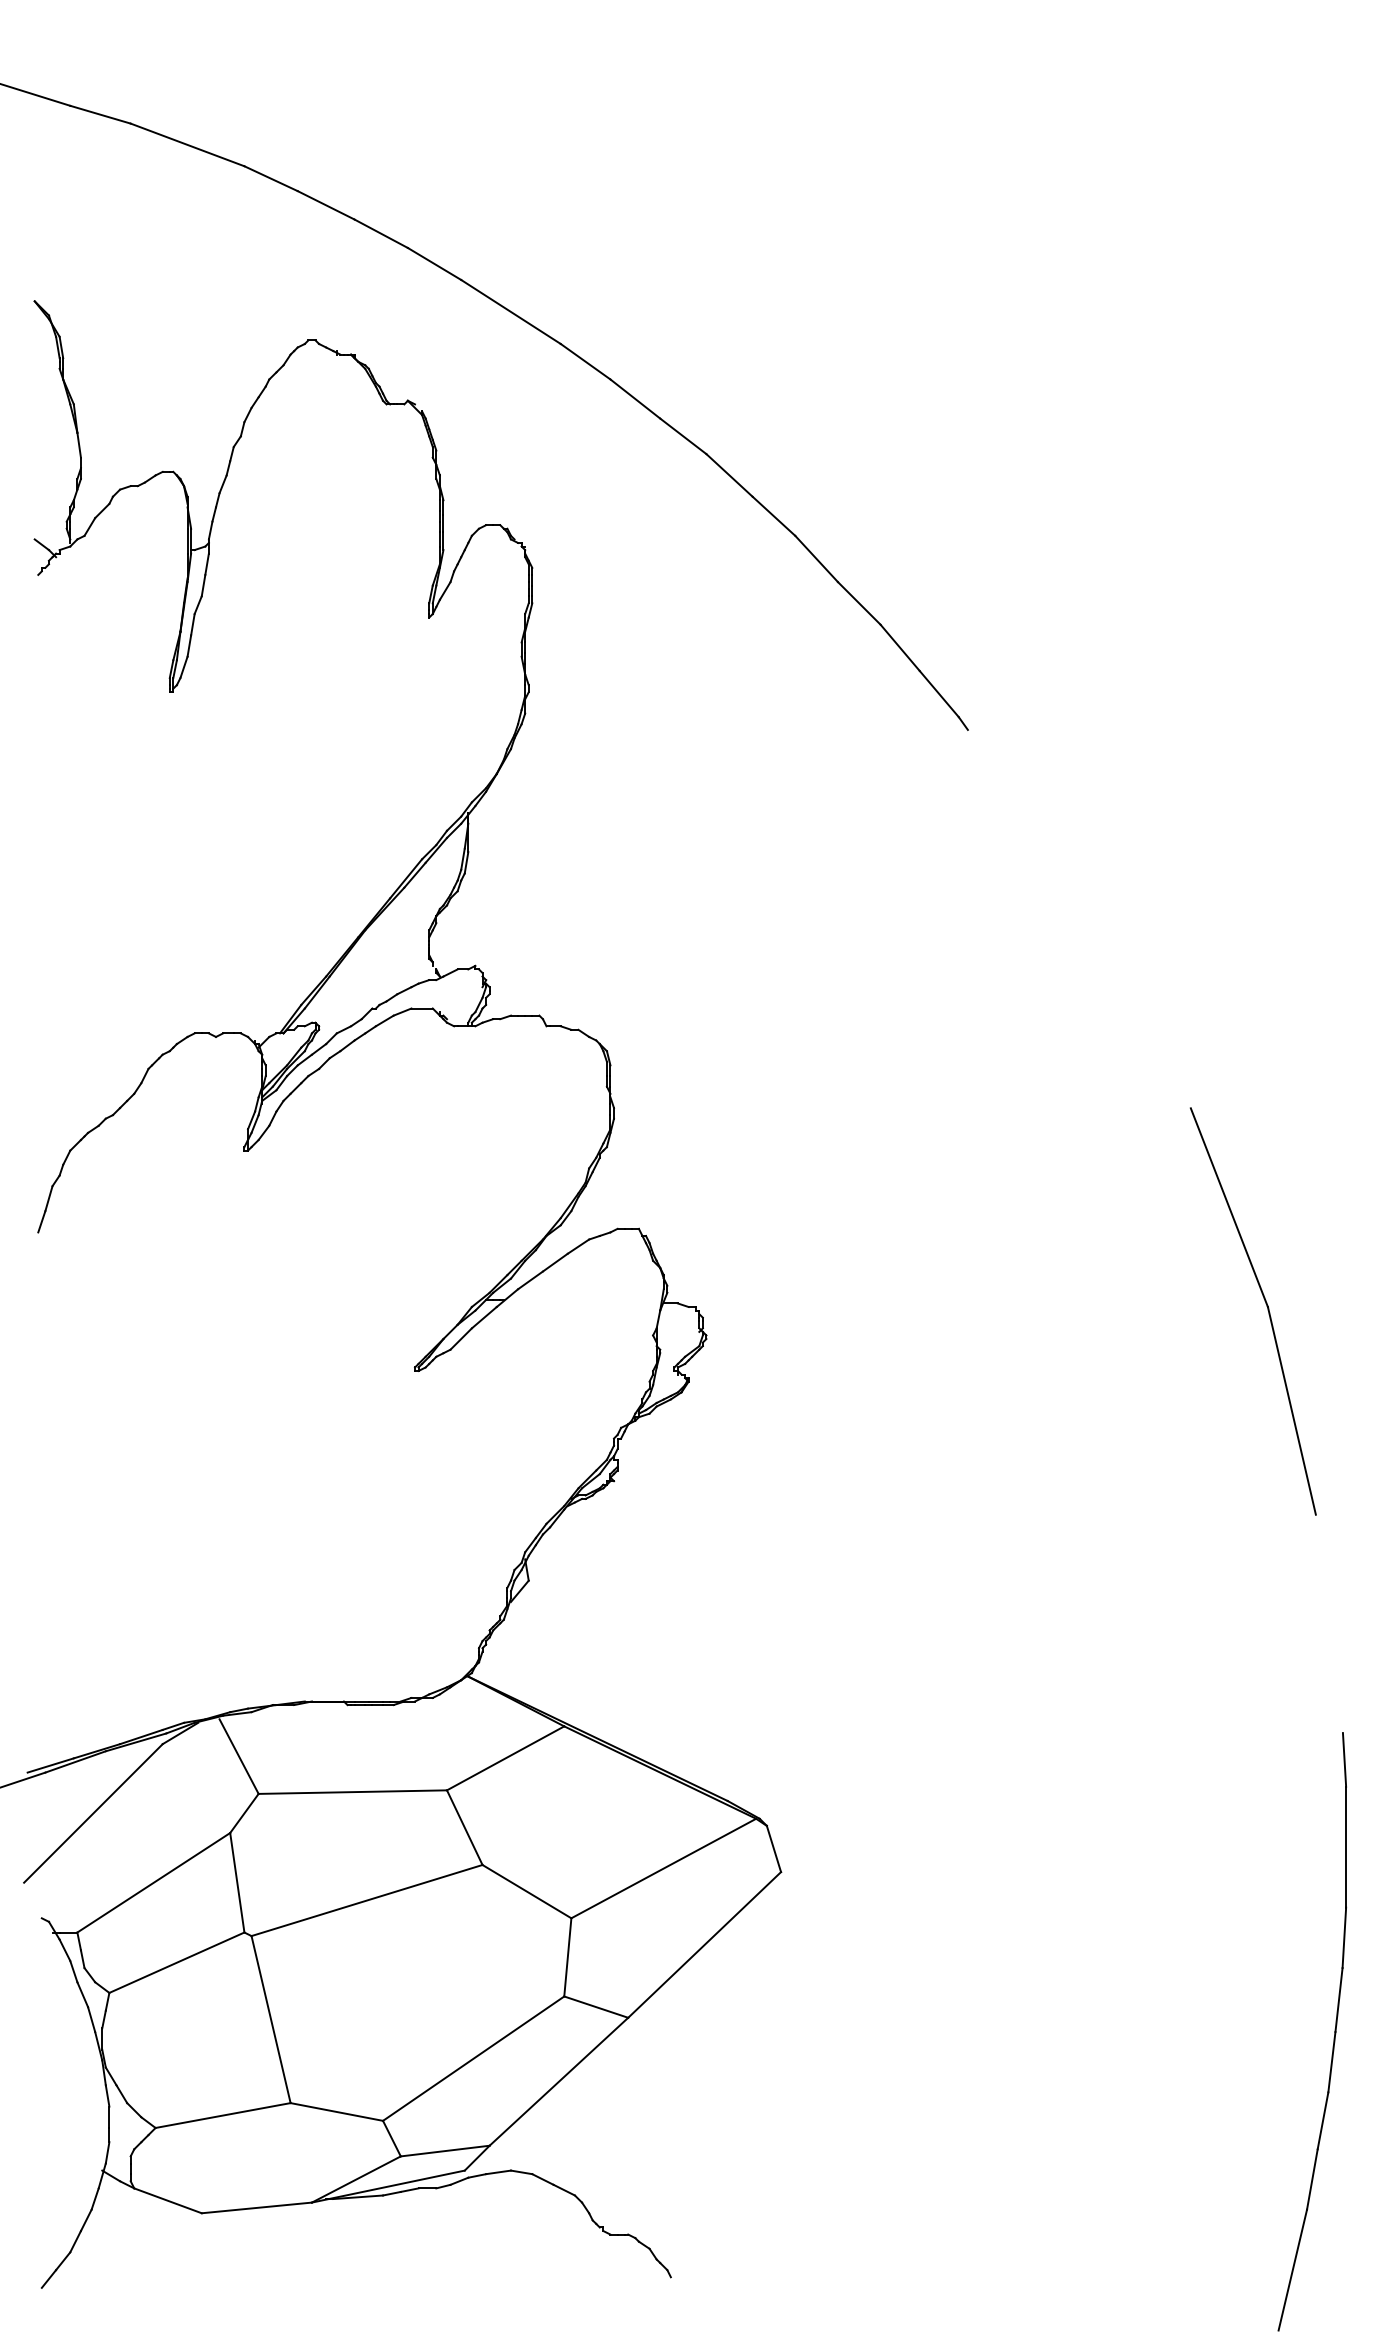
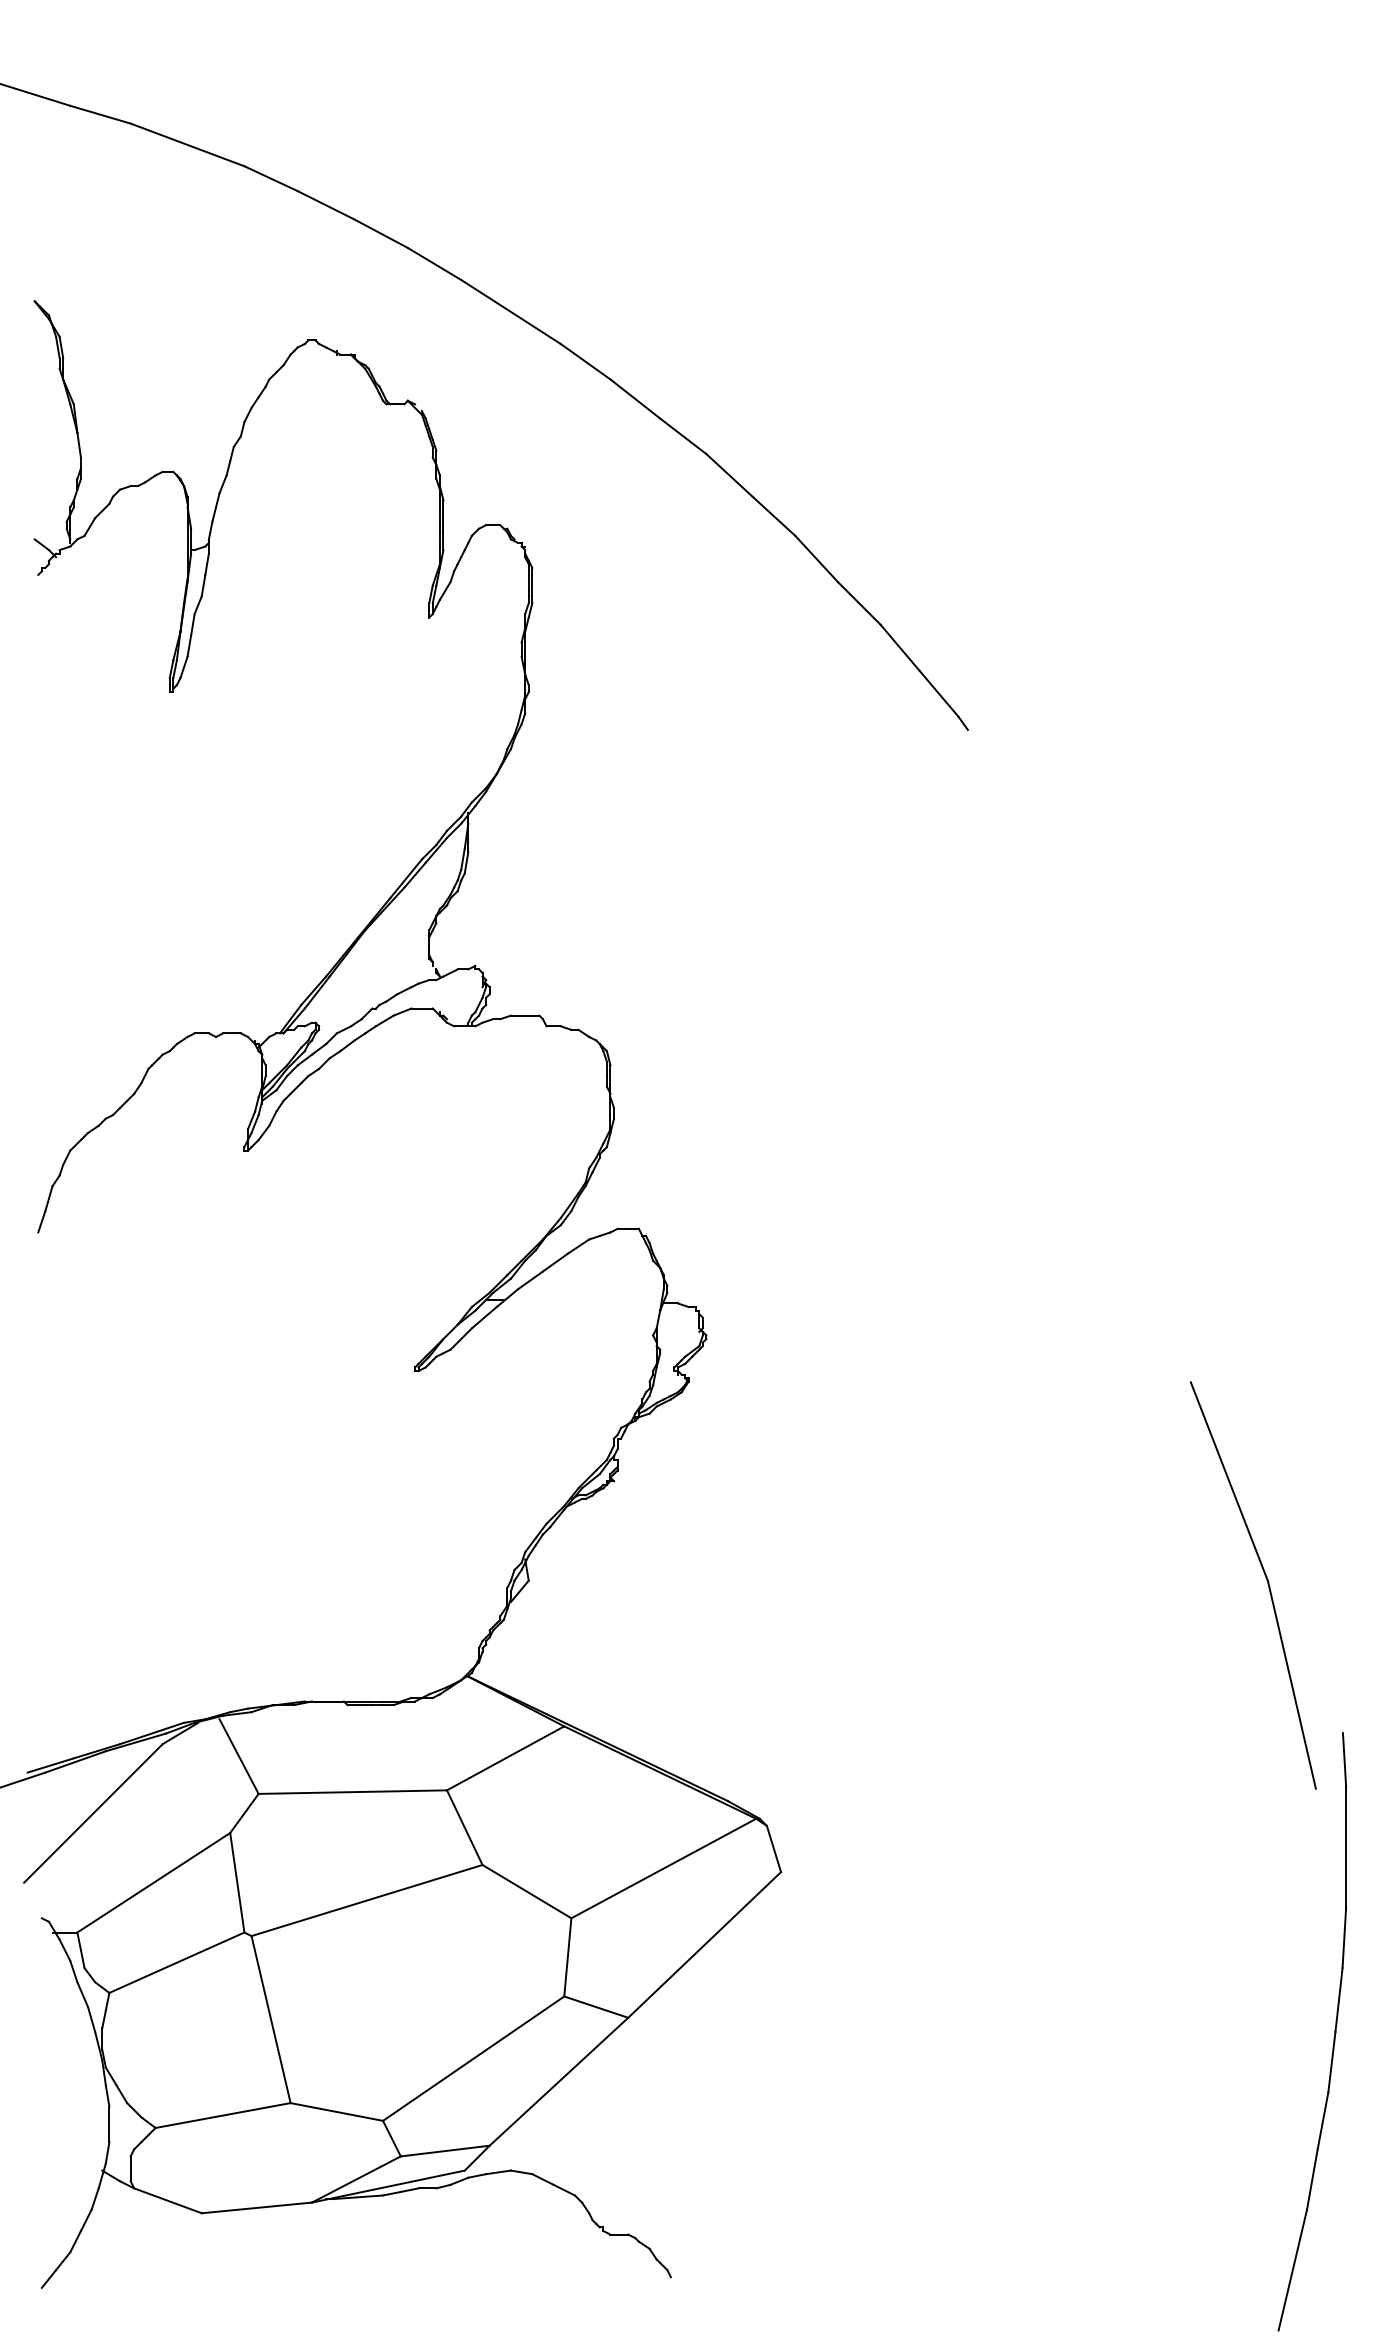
part at (1266, 1306) position: (1266, 1306) -> (1266, 1580)
